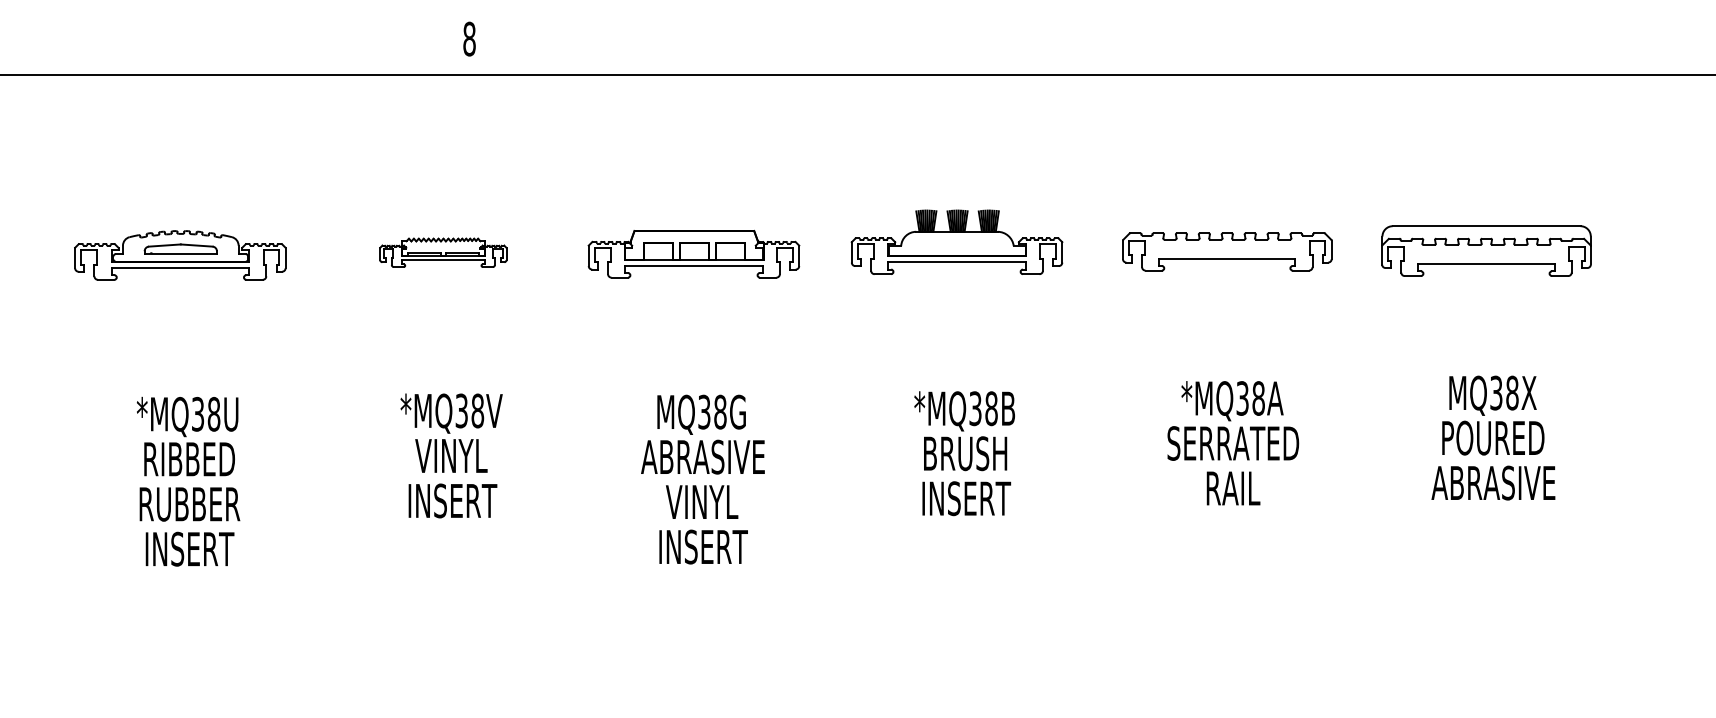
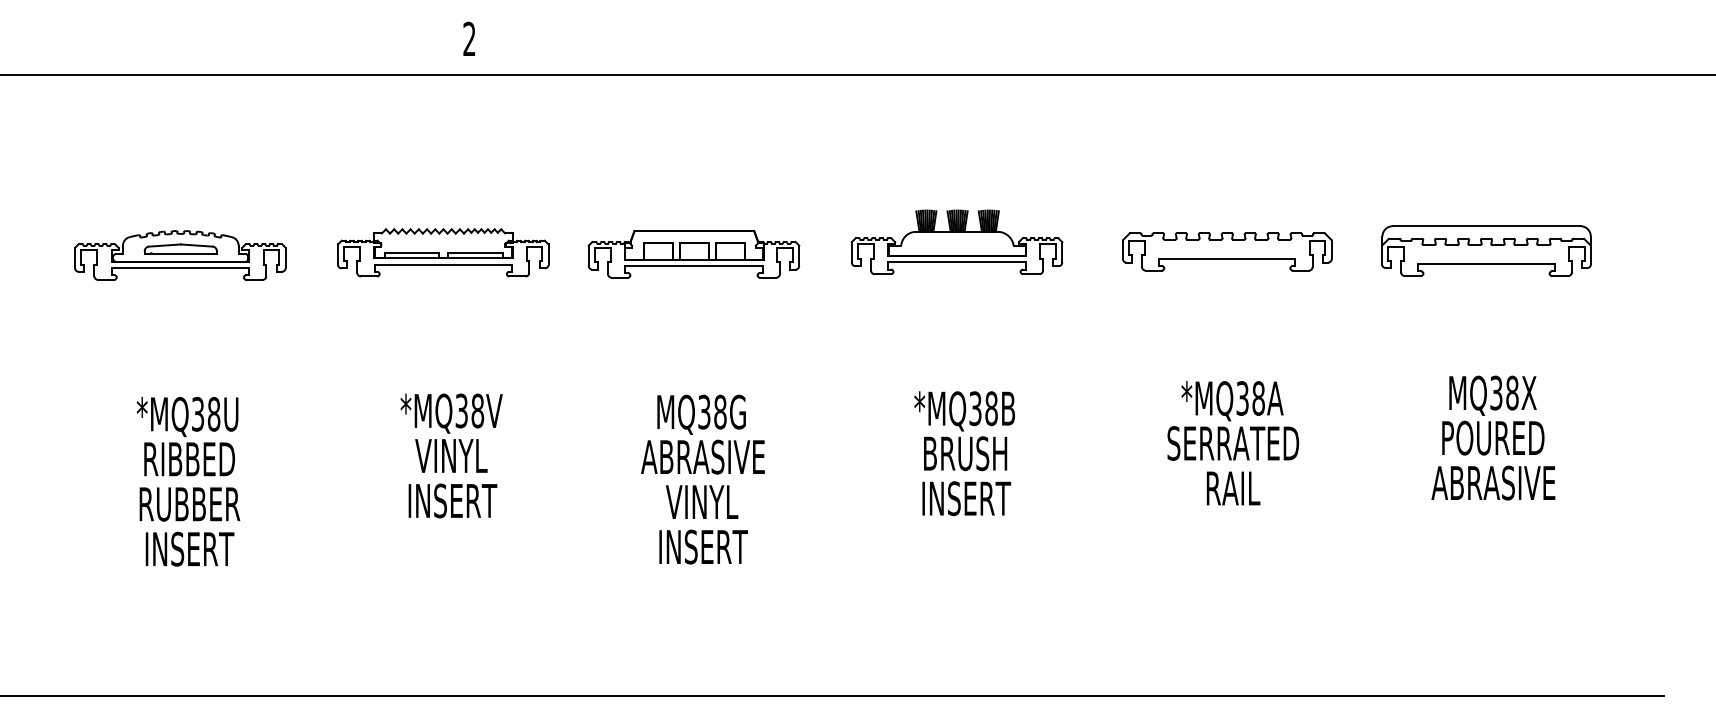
text at (469, 38): 8 -> 2
part at (443, 252) size: 129x31 px -> 213x50 px
line at (833, 696): none -> present
